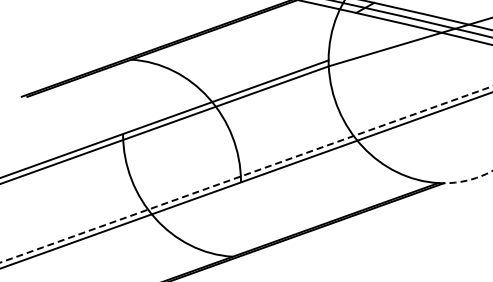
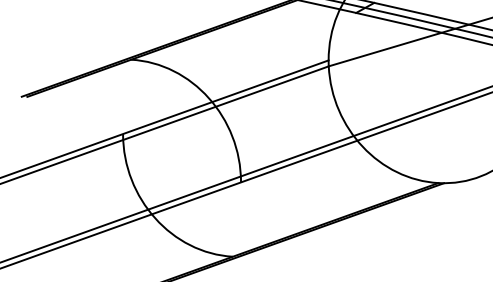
line at (247, 174): dashed -> solid
arc at (466, 180): dashed -> solid
